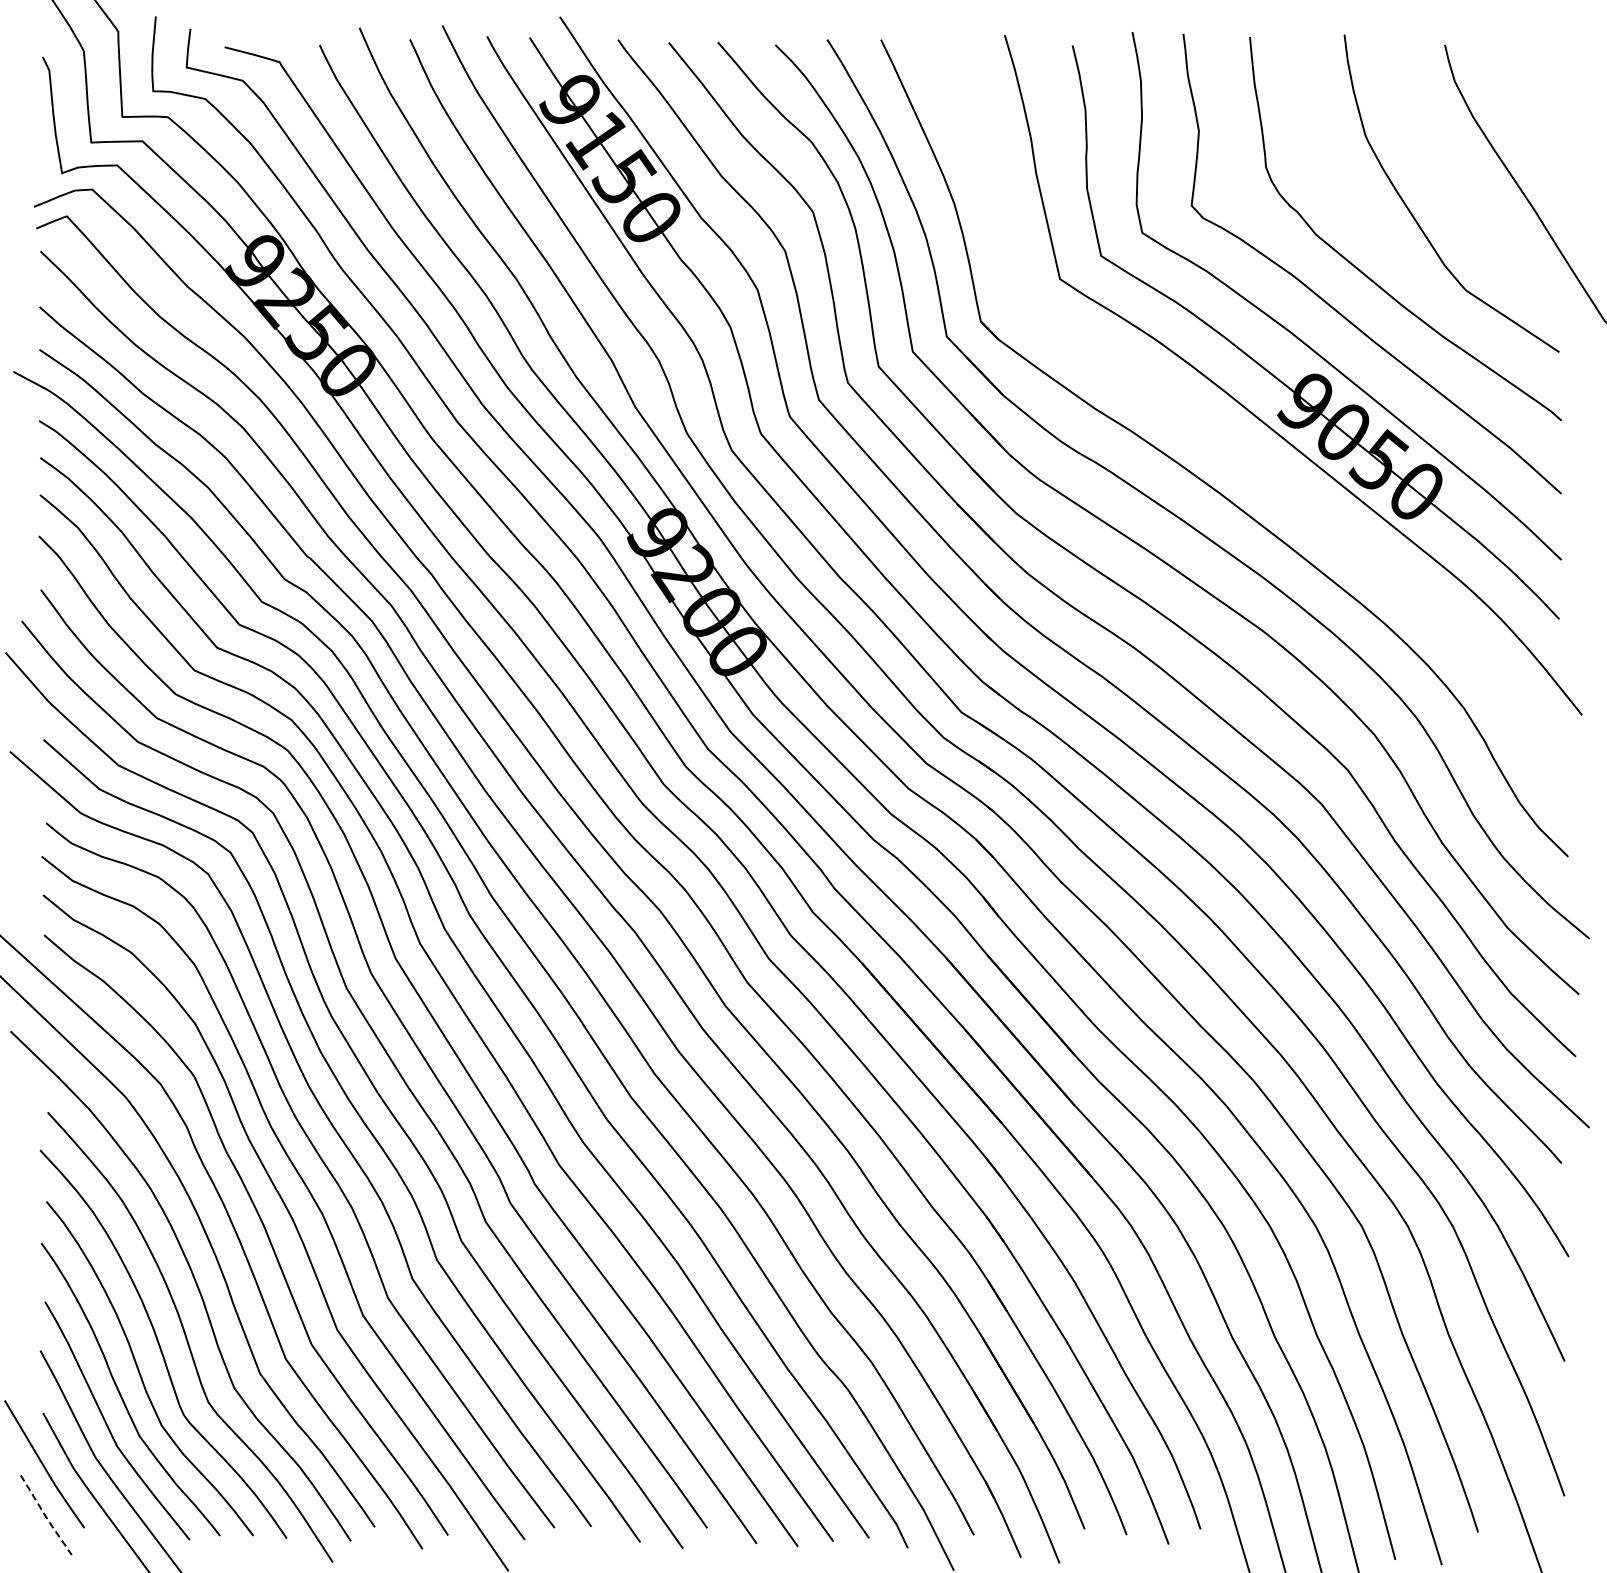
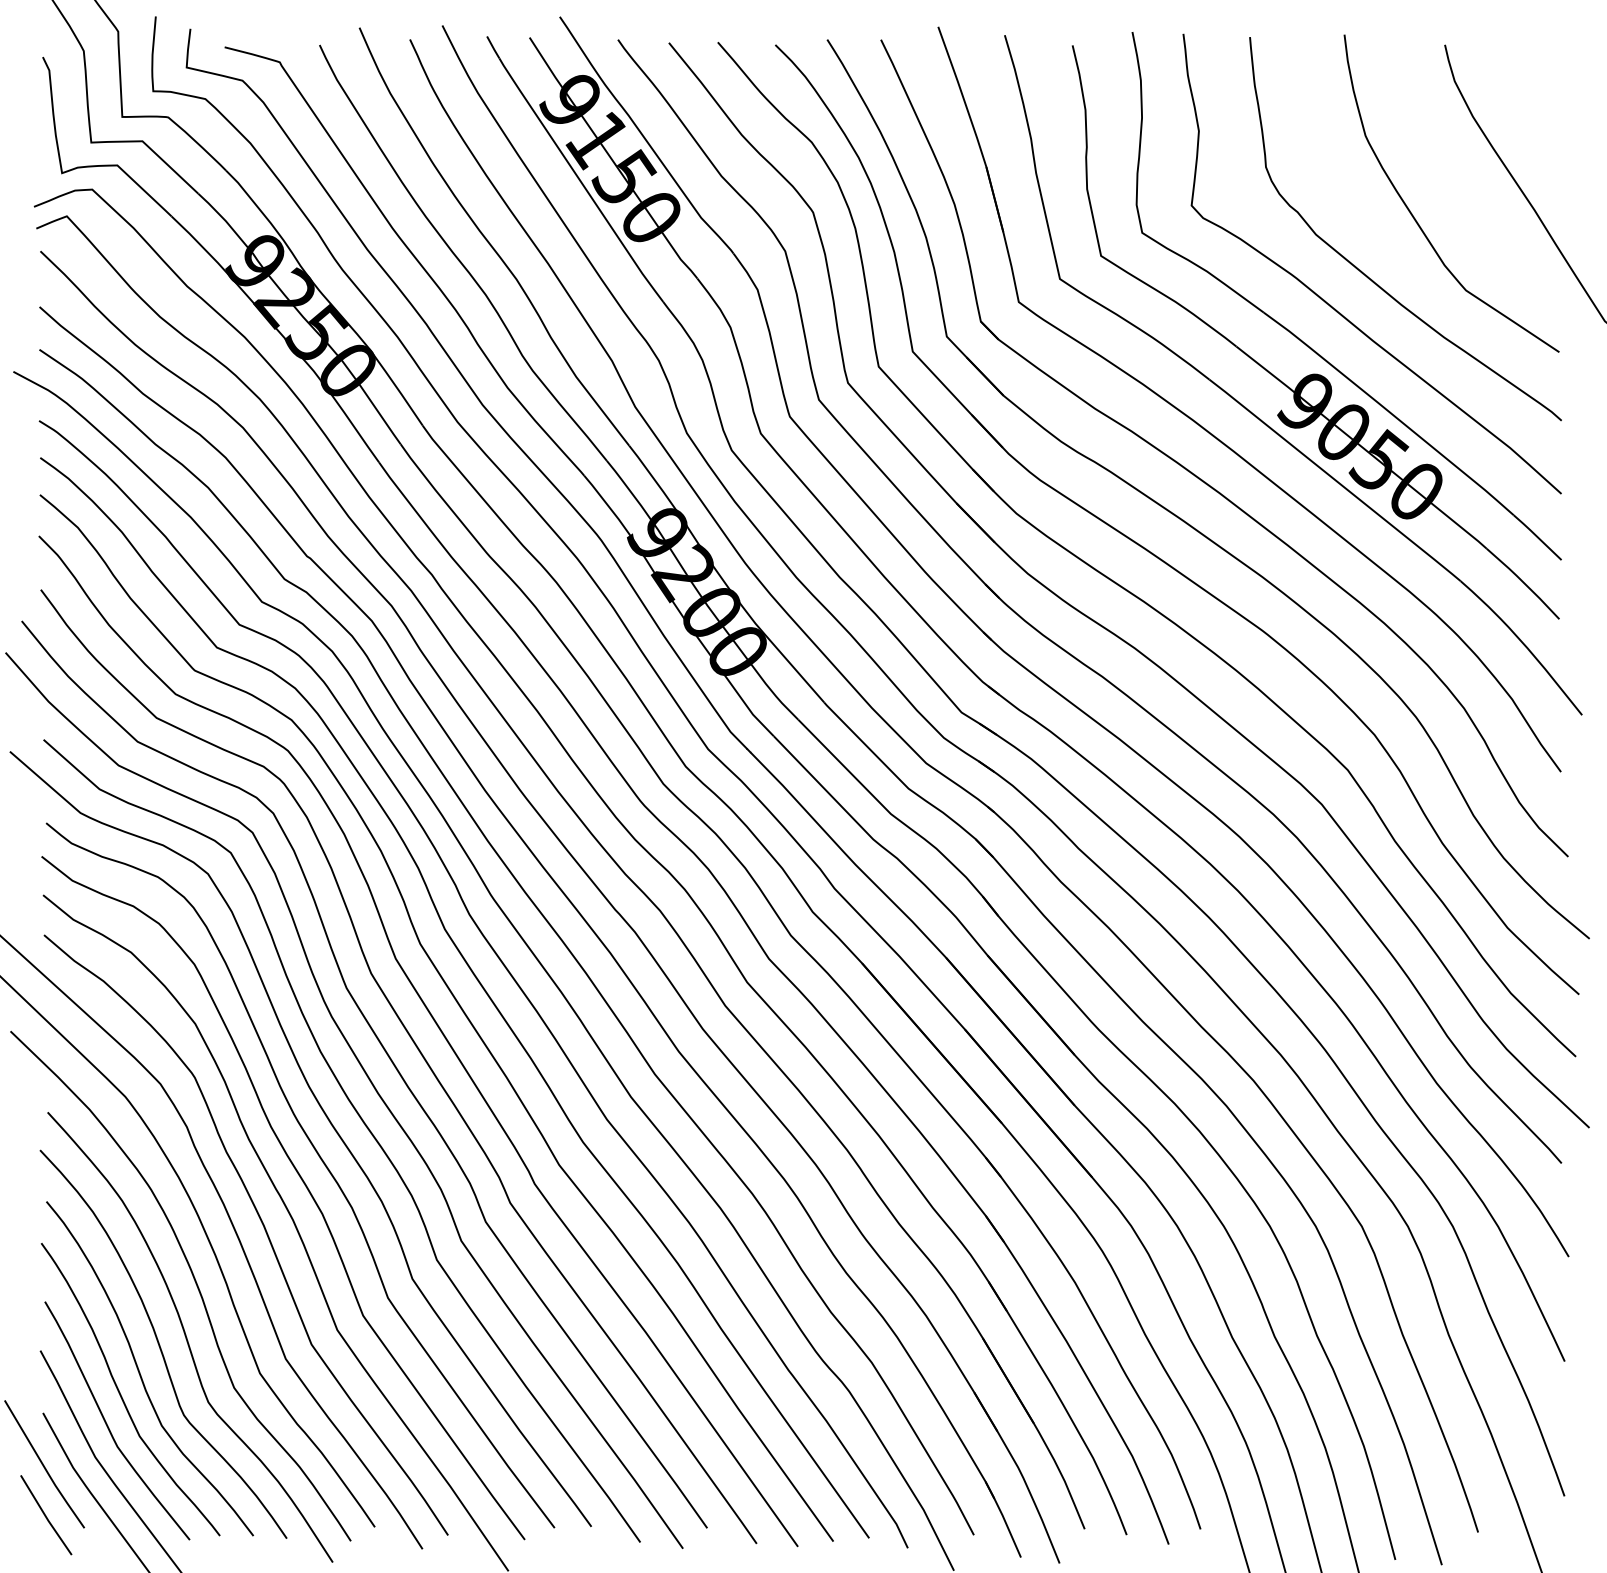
part at (1221, 440): none -> present
line at (45, 1516): dashed -> solid
